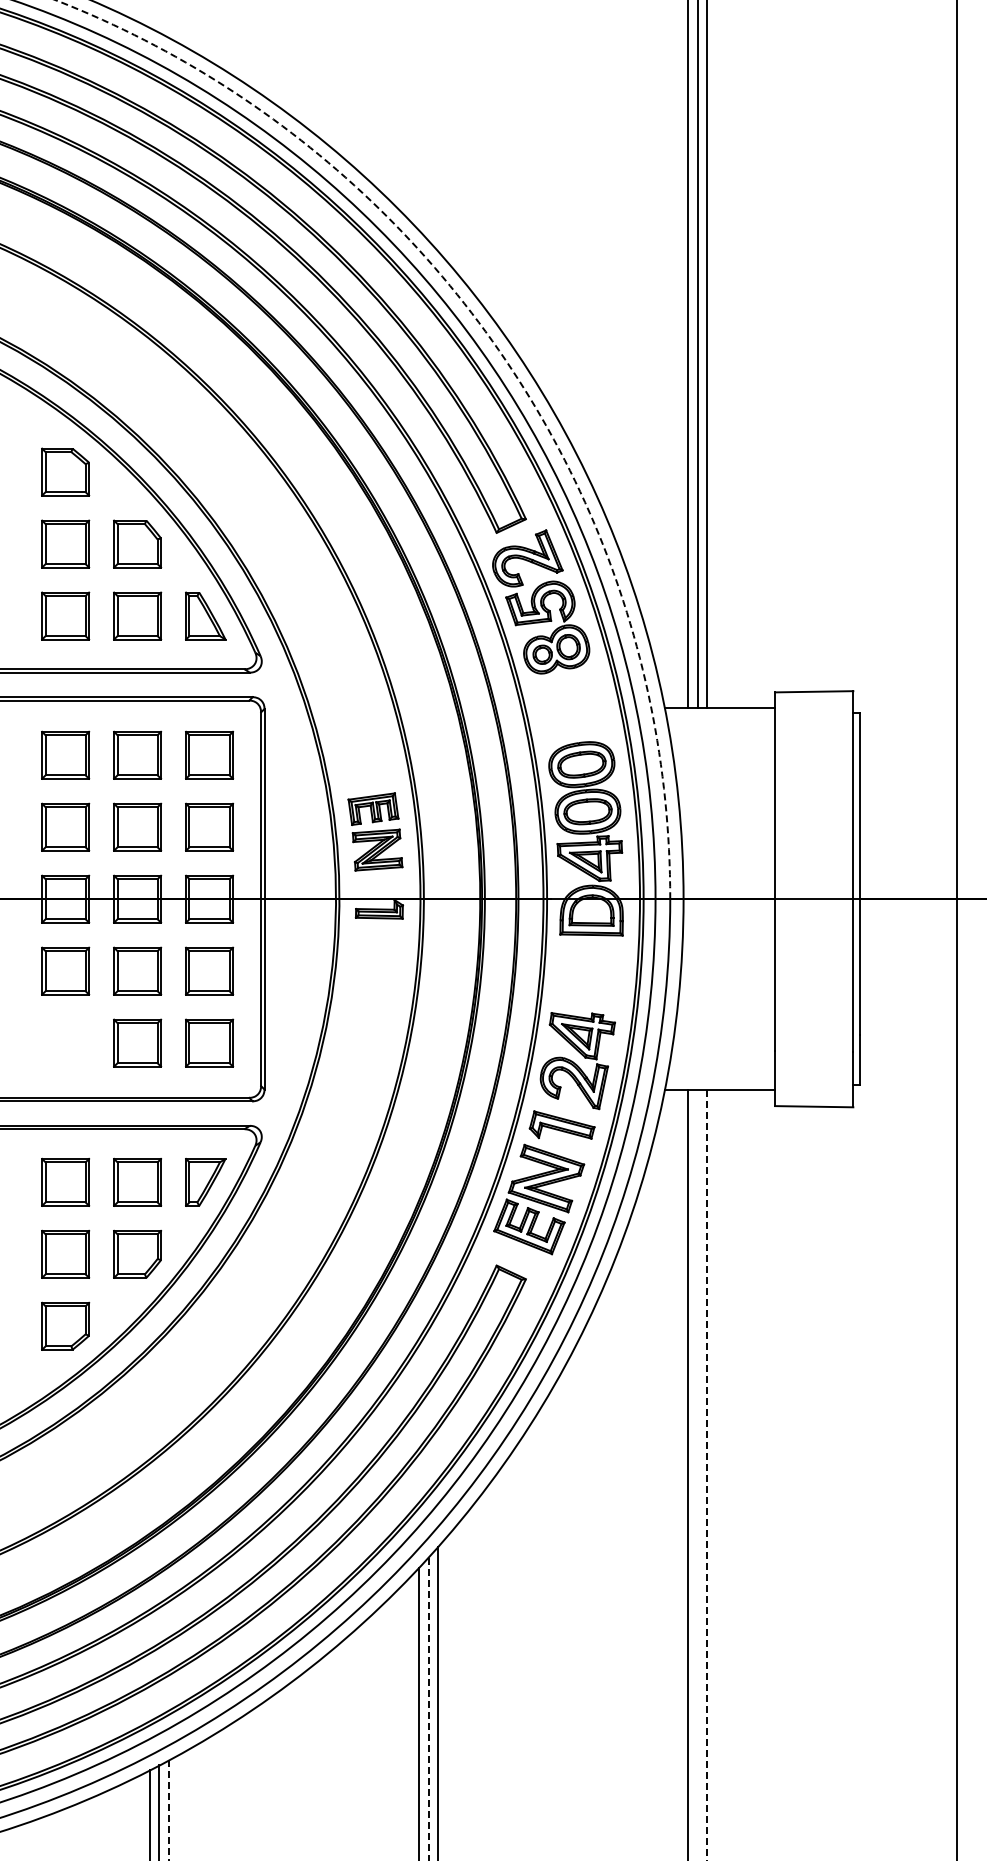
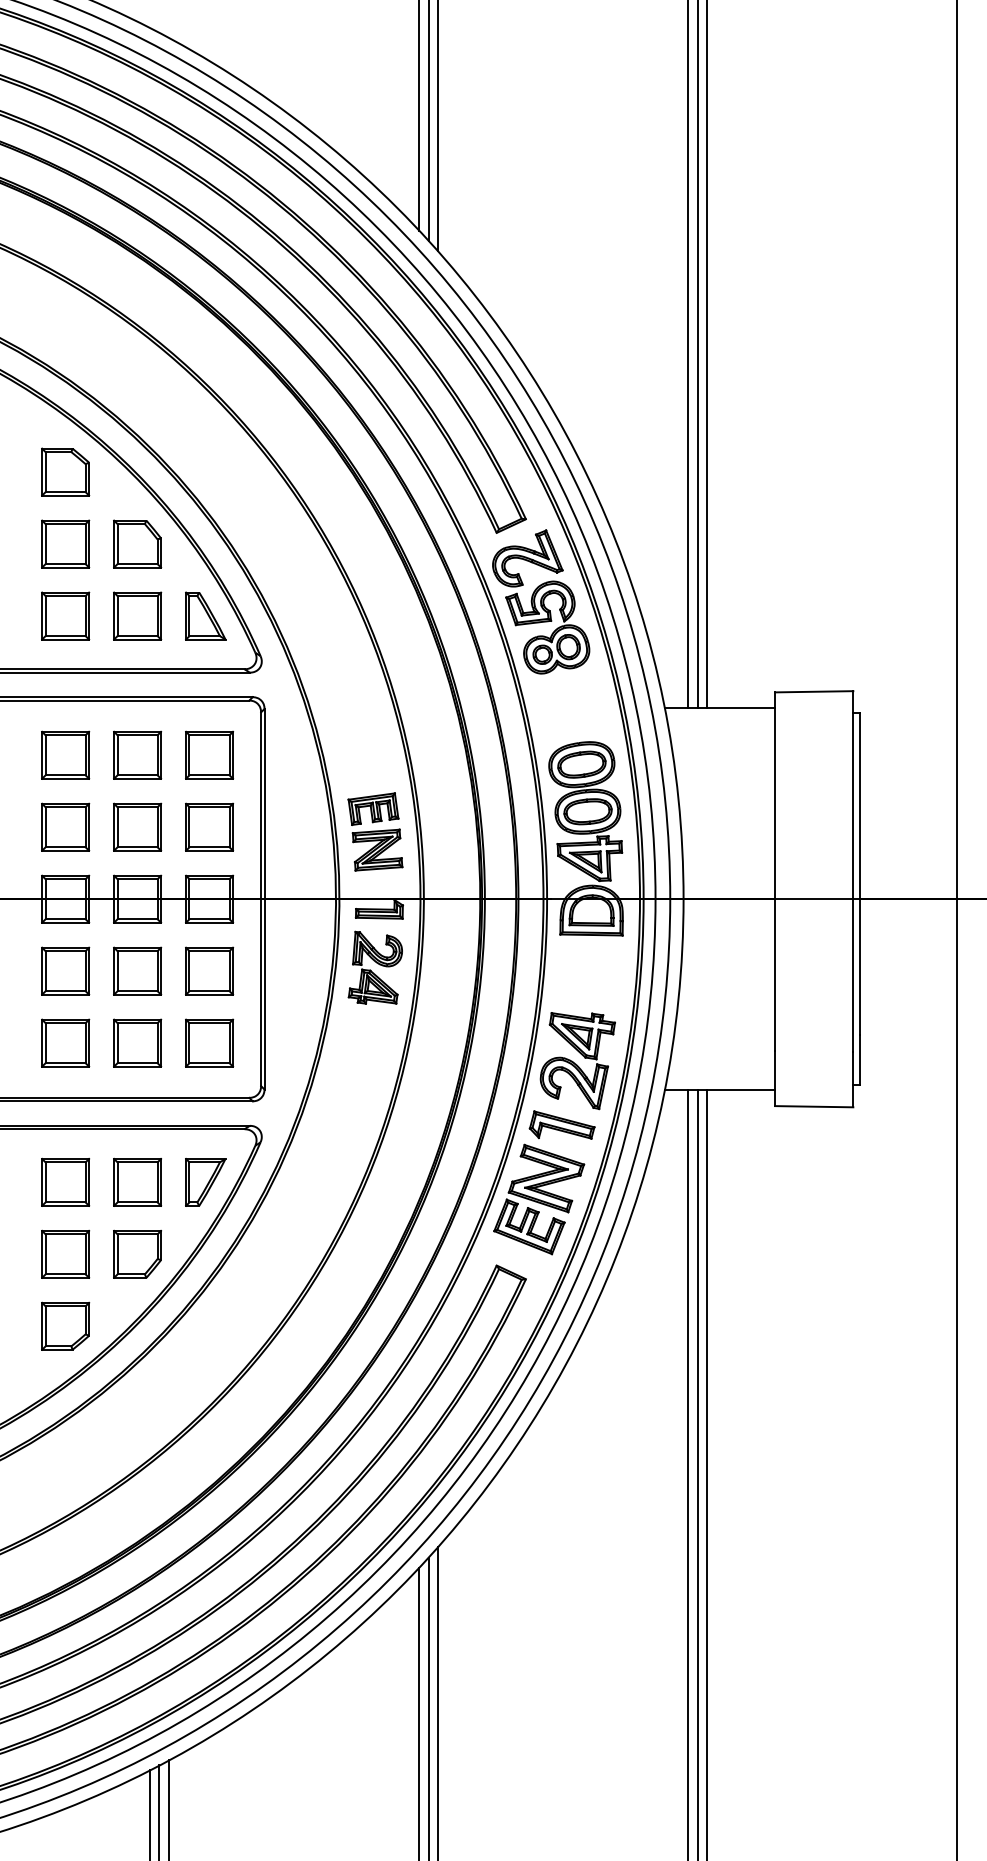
line at (419, 116): none -> present
line at (428, 121): none -> present
line at (437, 126): none -> present
arc at (499, 351): dashed -> solid
part at (374, 967): none -> present
part at (65, 1042): none -> present
line at (697, 1473): none -> present
line at (707, 1475): dashed -> solid
line at (428, 1709): dashed -> solid
line at (168, 1810): dashed -> solid
